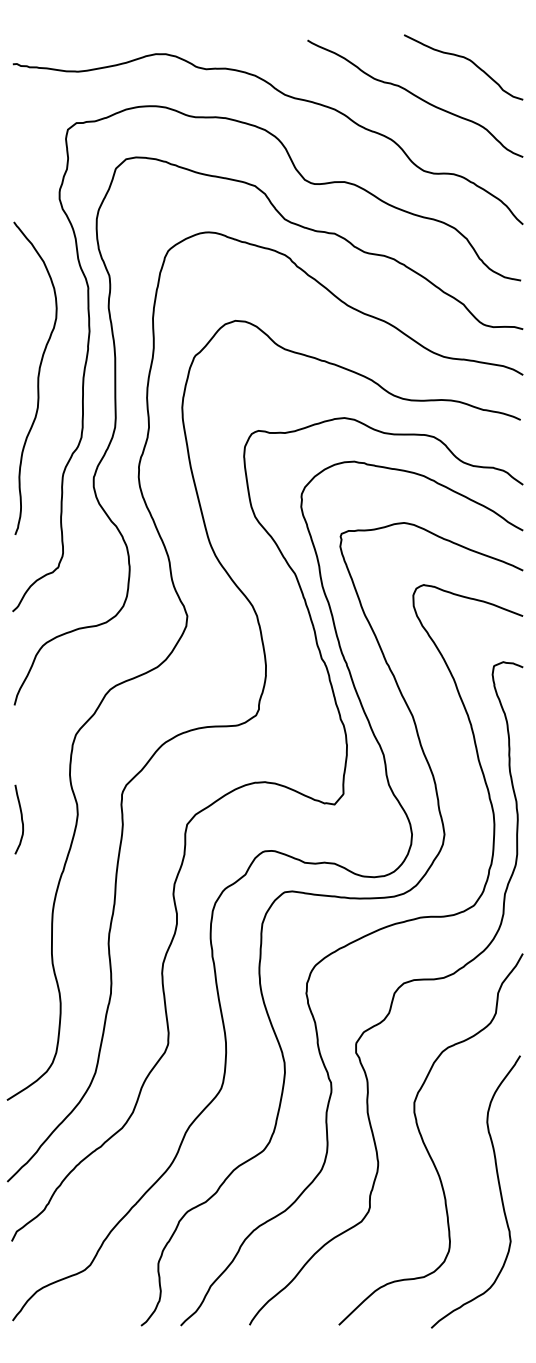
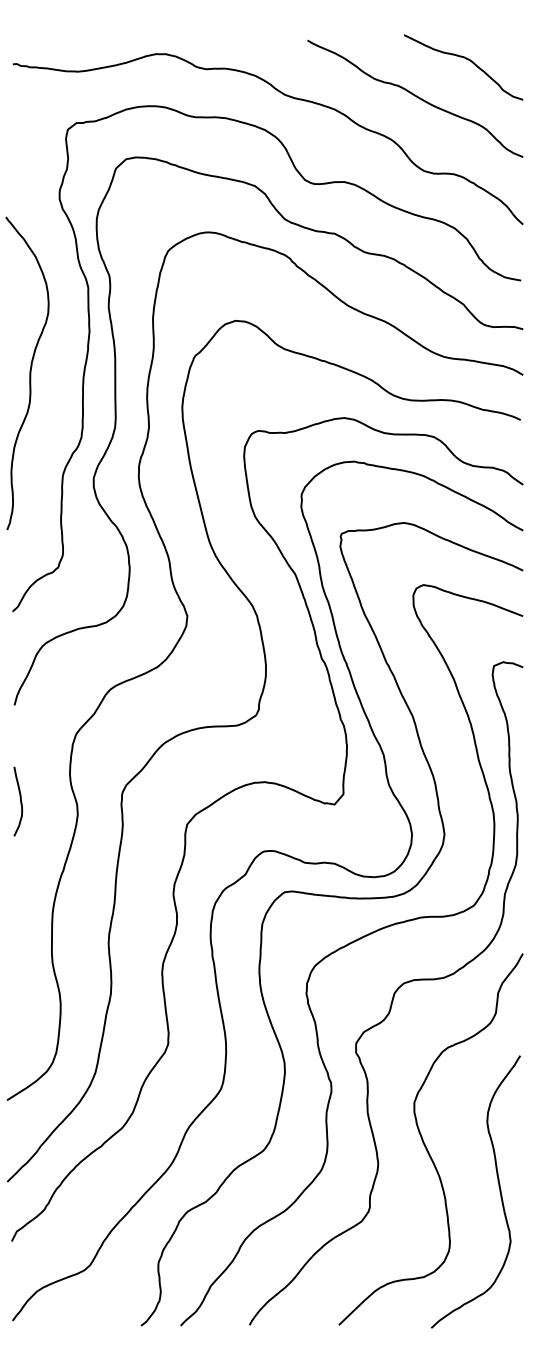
curve at (37, 377) position: (37, 377) -> (29, 372)
curve at (21, 819) position: (21, 819) -> (20, 801)
